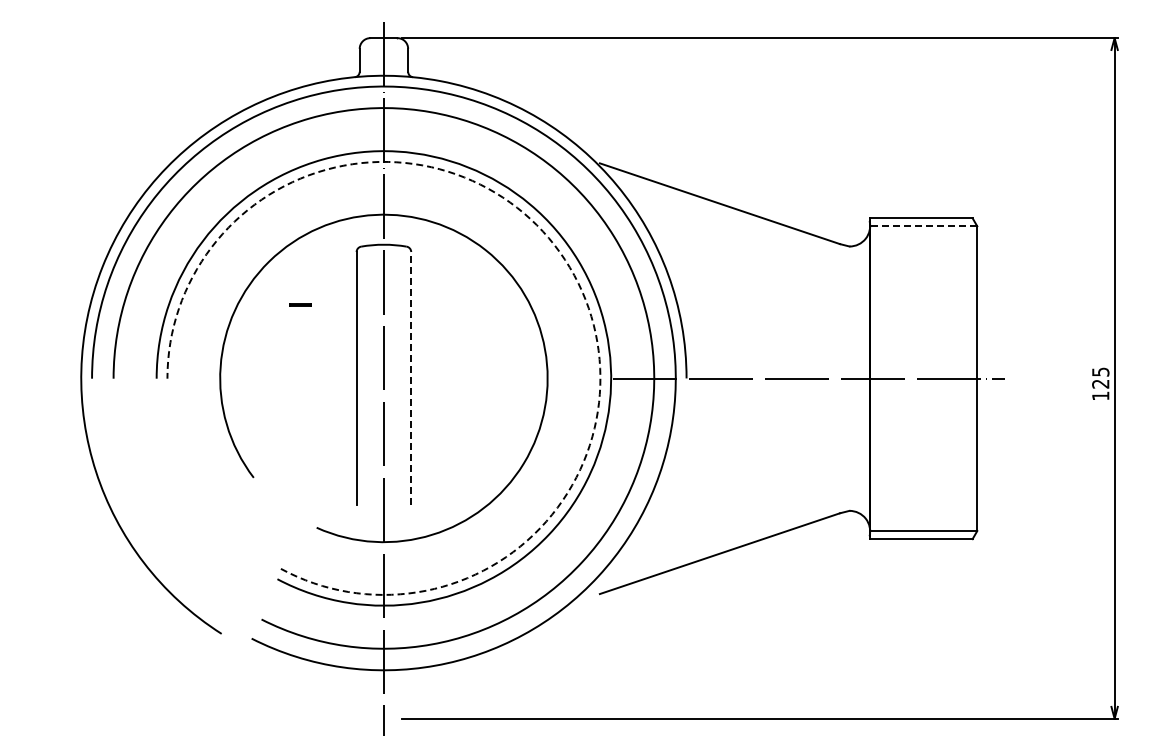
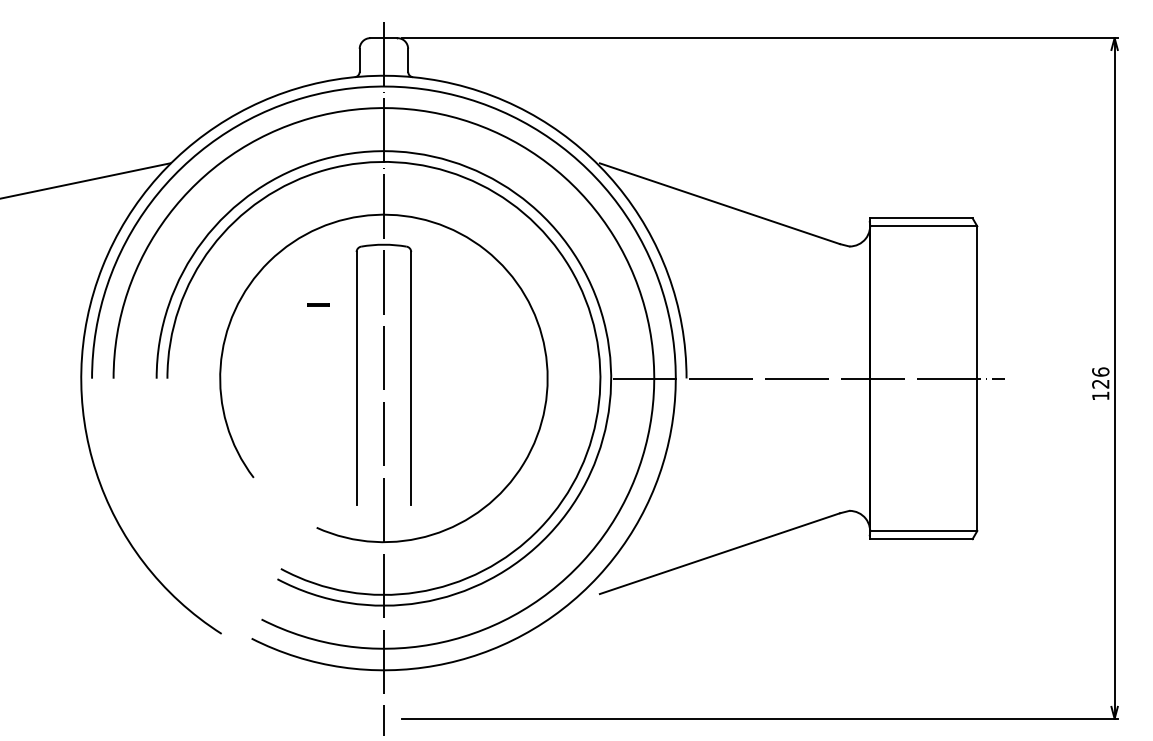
line at (86, 180): none -> present
line at (923, 226): dashed -> solid
arc at (569, 267): dashed -> solid
line at (300, 304) position: (300, 304) -> (318, 304)
text at (1100, 371): 125 -> 126
line at (411, 377): dashed -> solid
